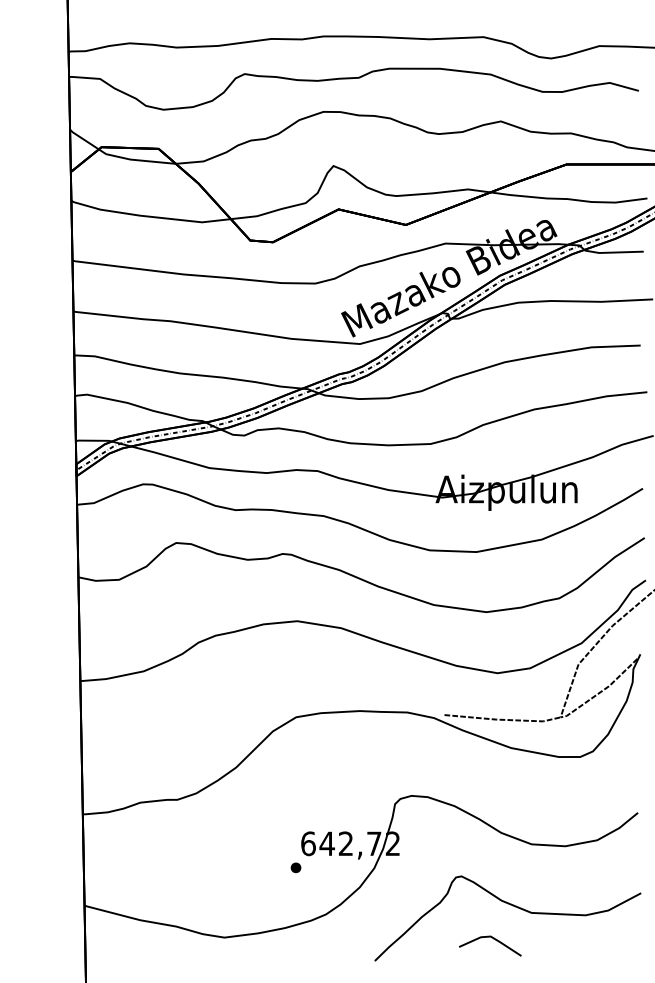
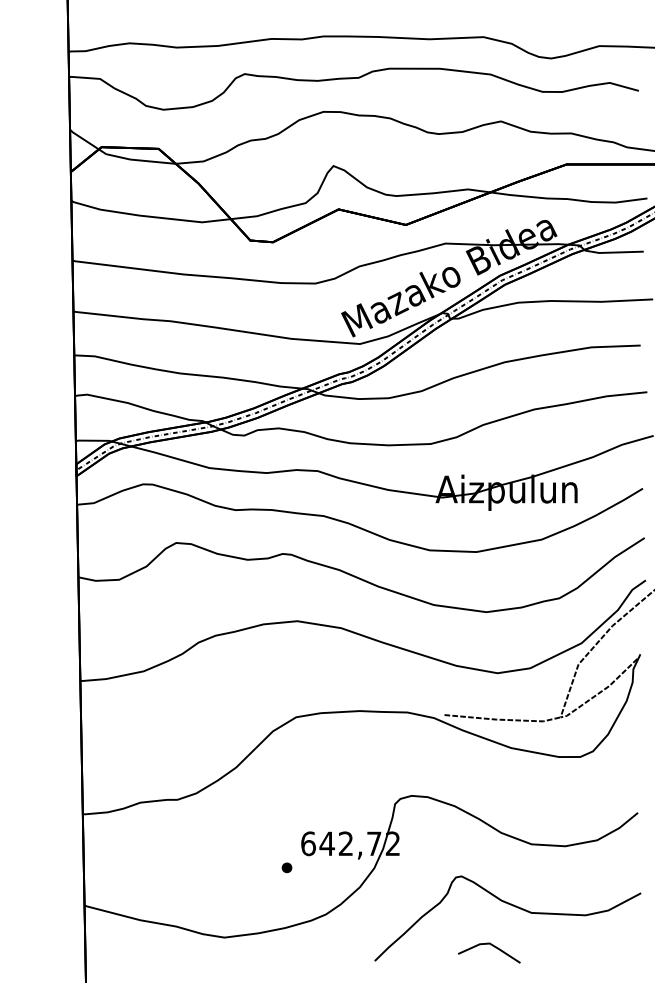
part at (295, 867) position: (295, 867) -> (286, 867)
line at (493, 939) position: (493, 939) -> (492, 946)
